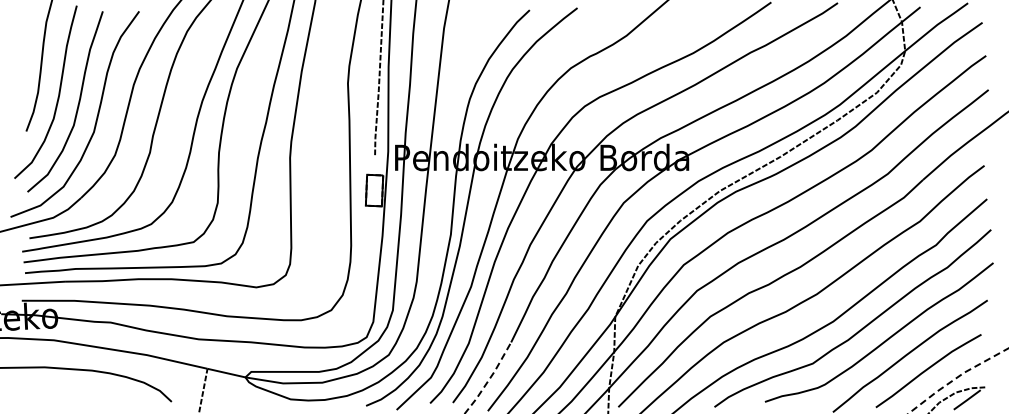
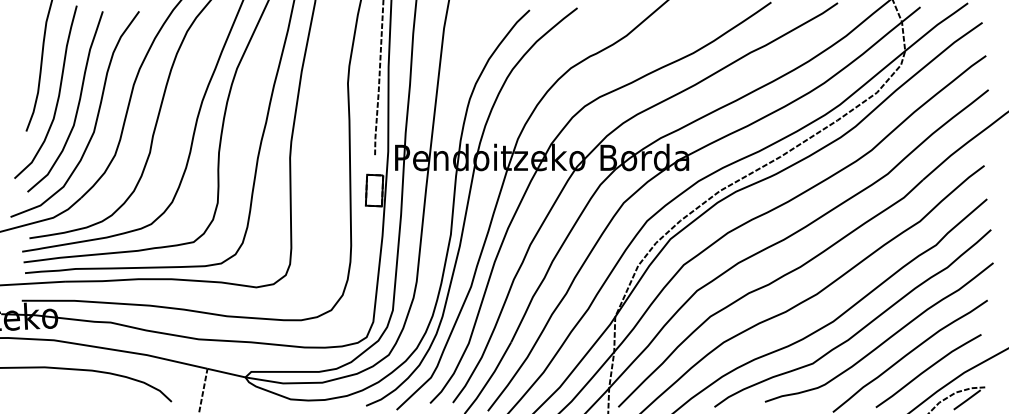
line at (489, 378): dashed -> solid
line at (956, 378): dashed -> solid
